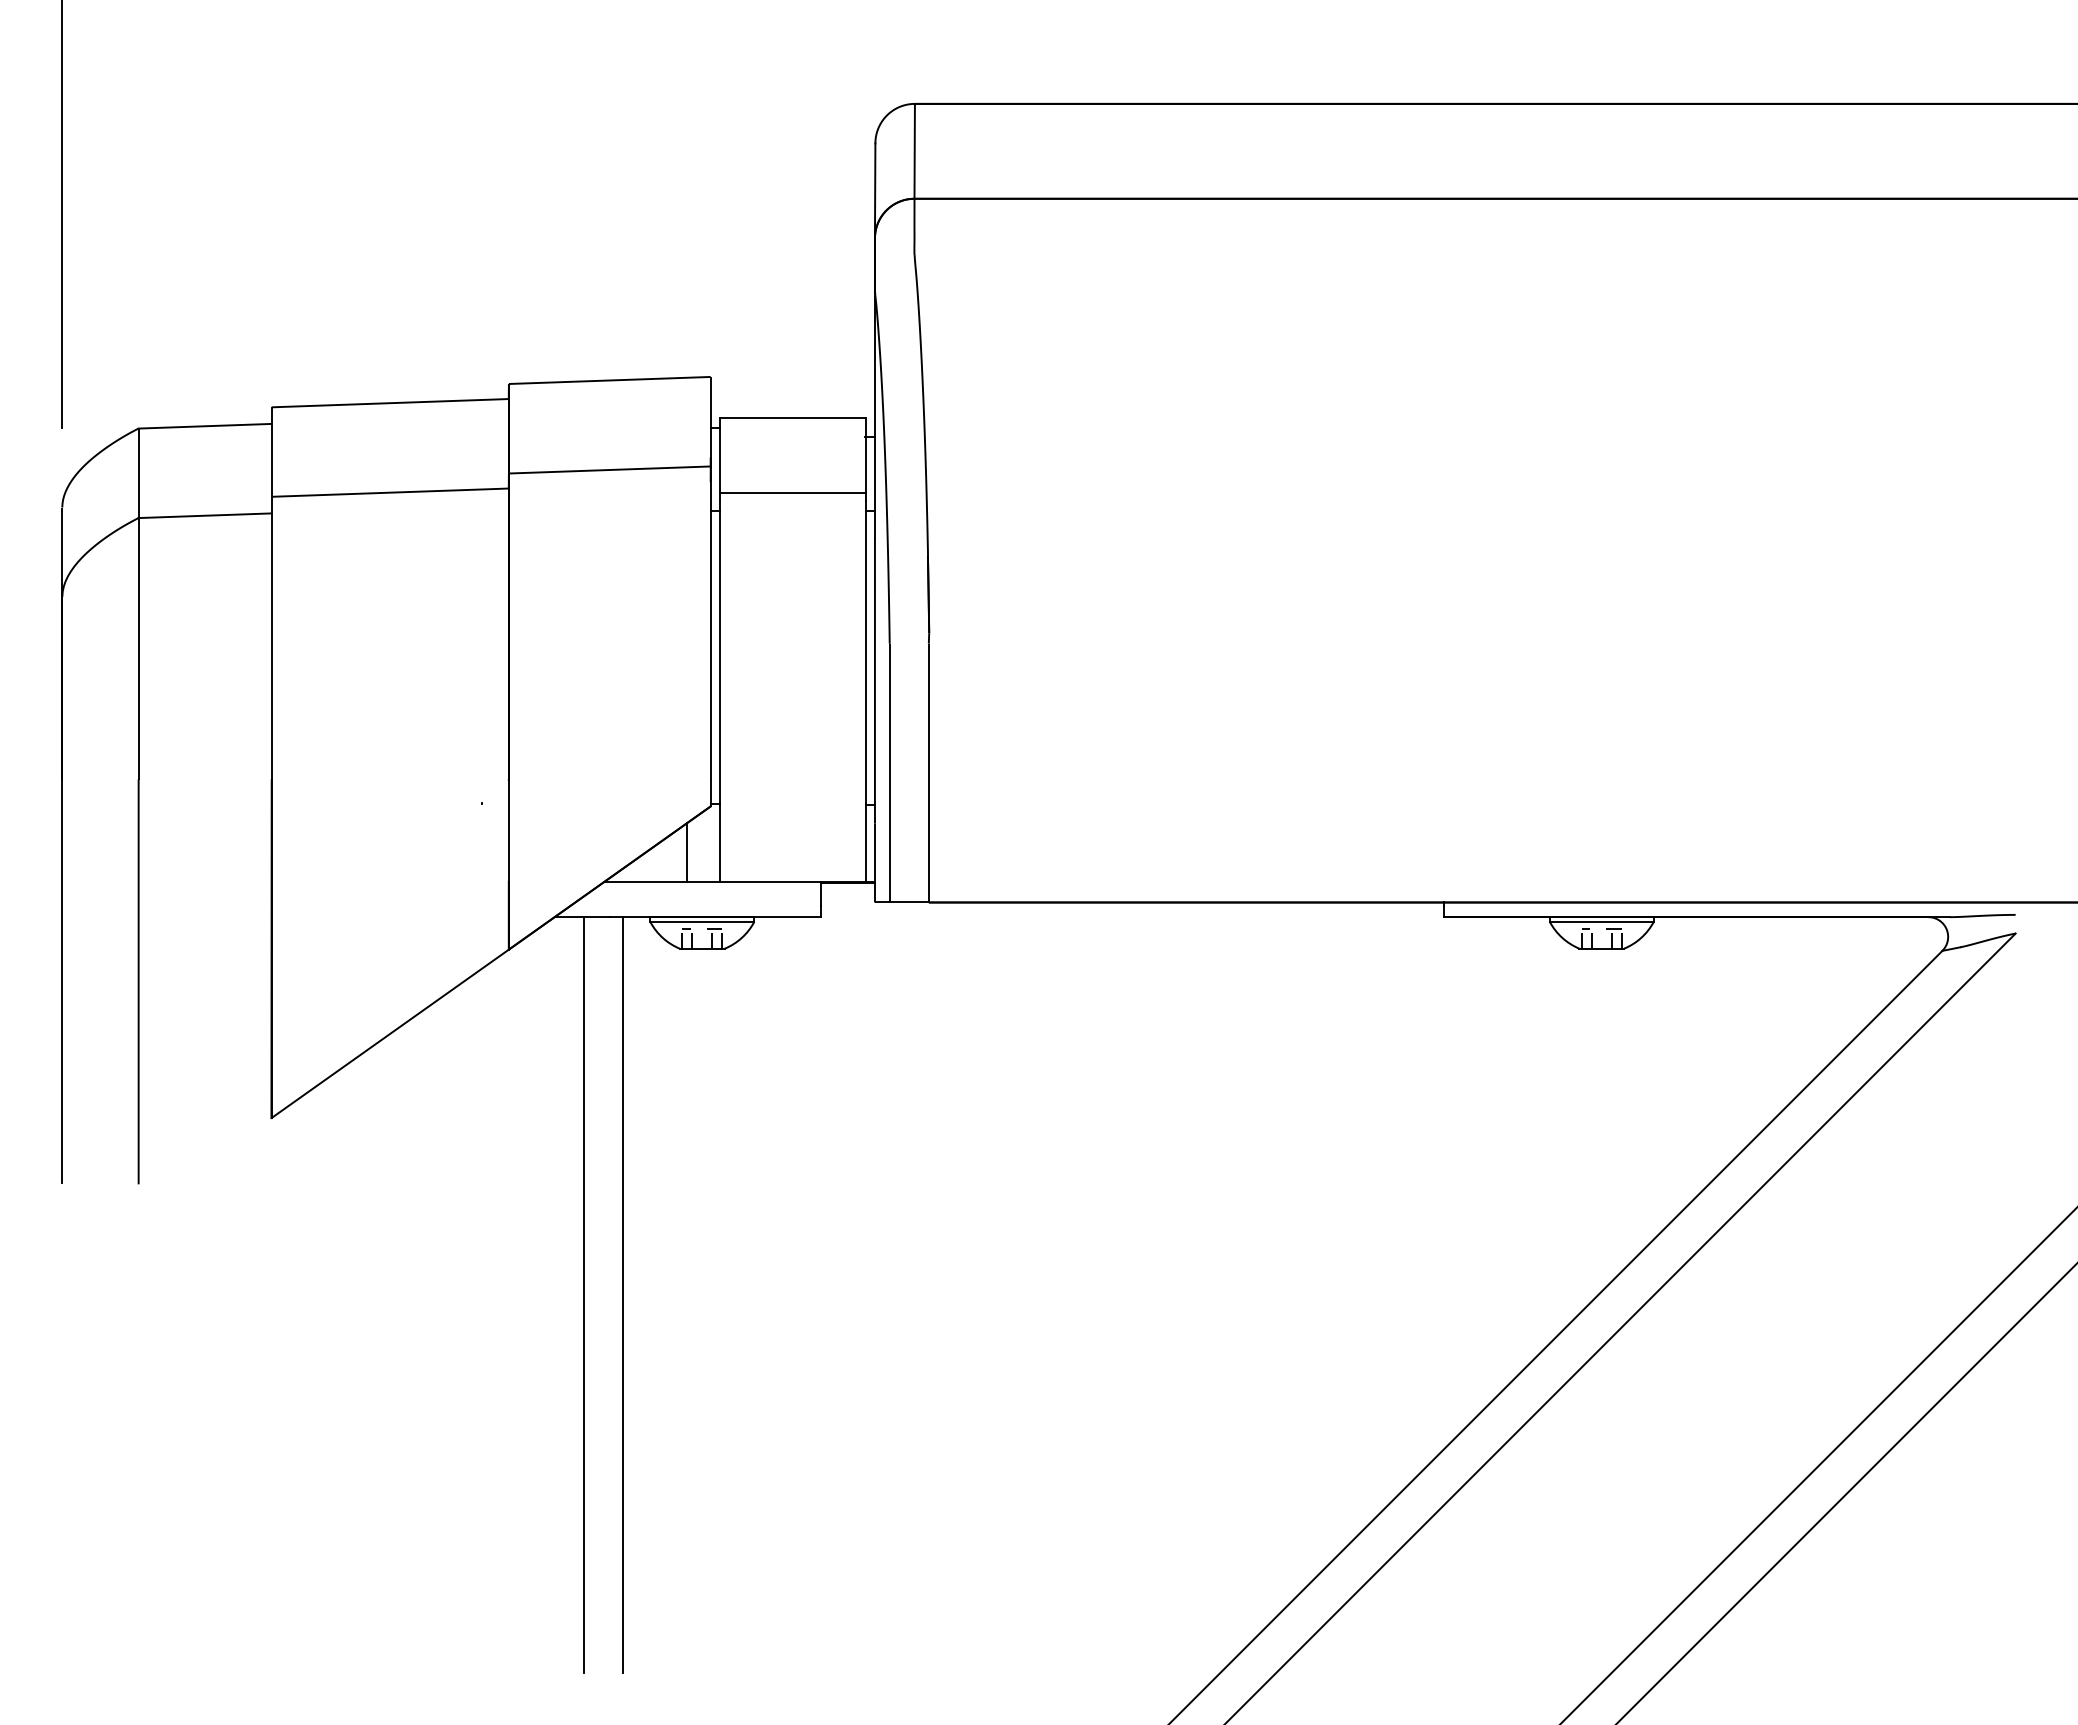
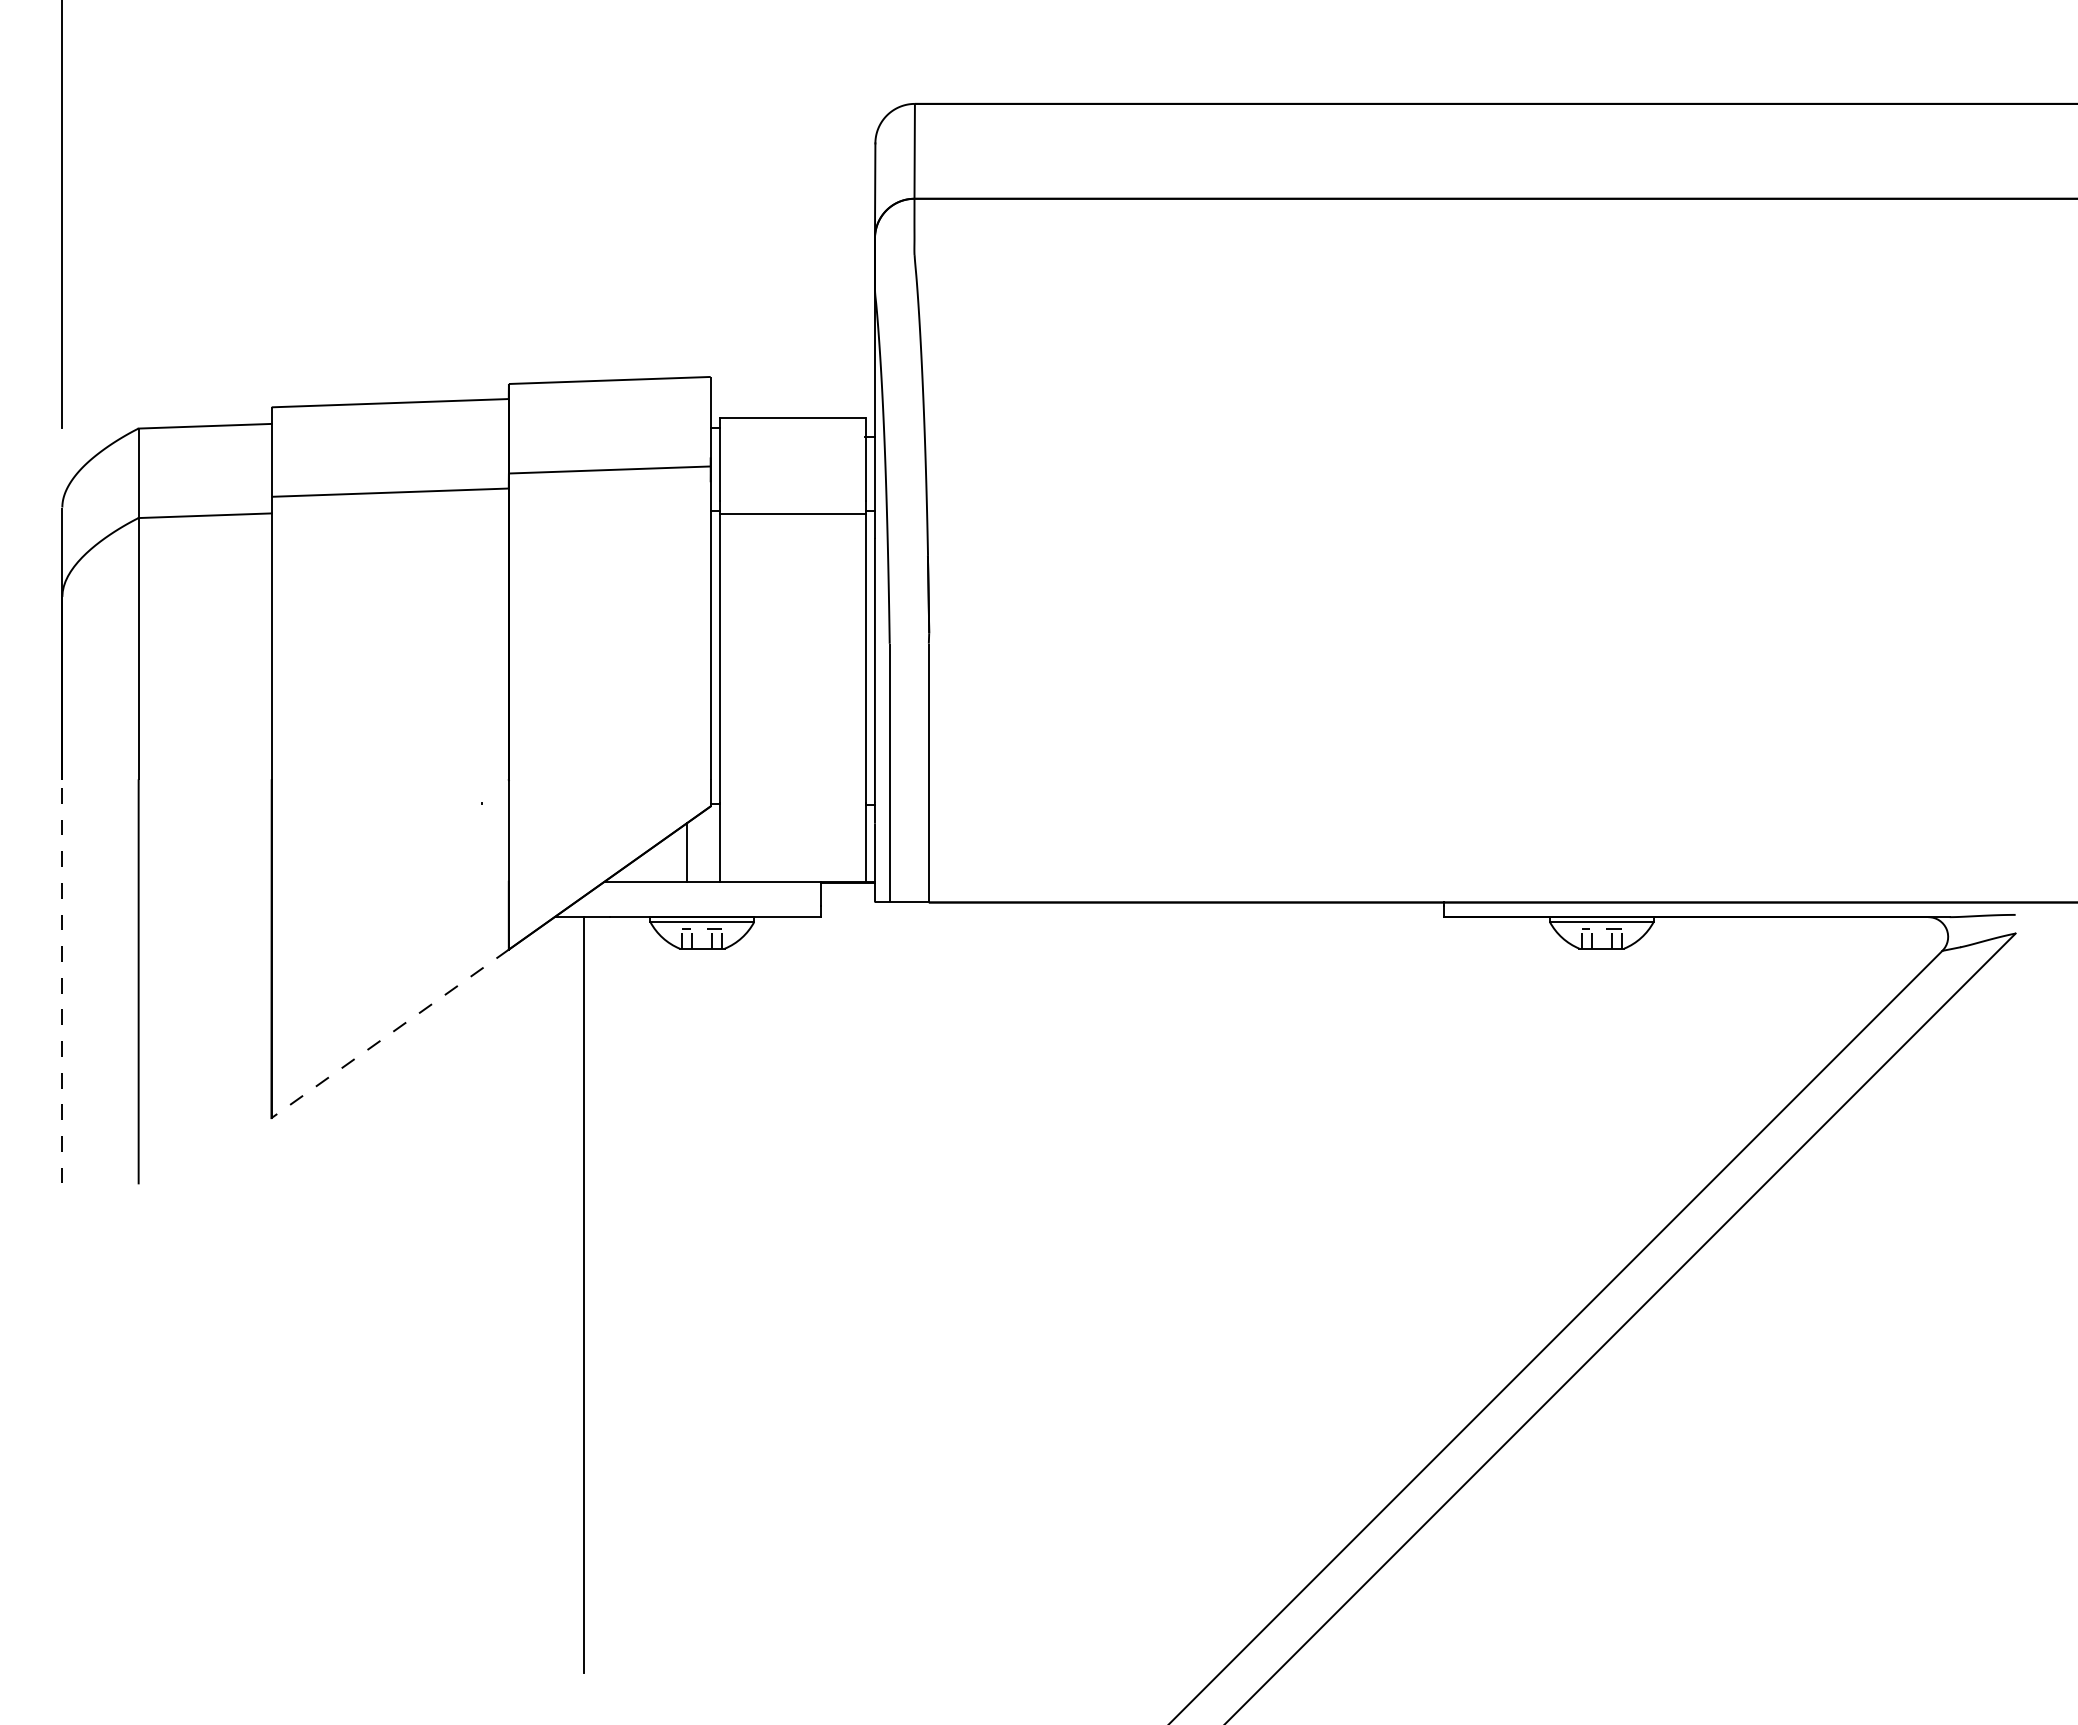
line at (792, 492) position: (792, 492) -> (792, 513)
line at (62, 981): solid -> dashed
line at (390, 1033): solid -> dashed
line at (623, 1295): present -> none
line at (1818, 1465): present -> none
line at (1846, 1493): present -> none
